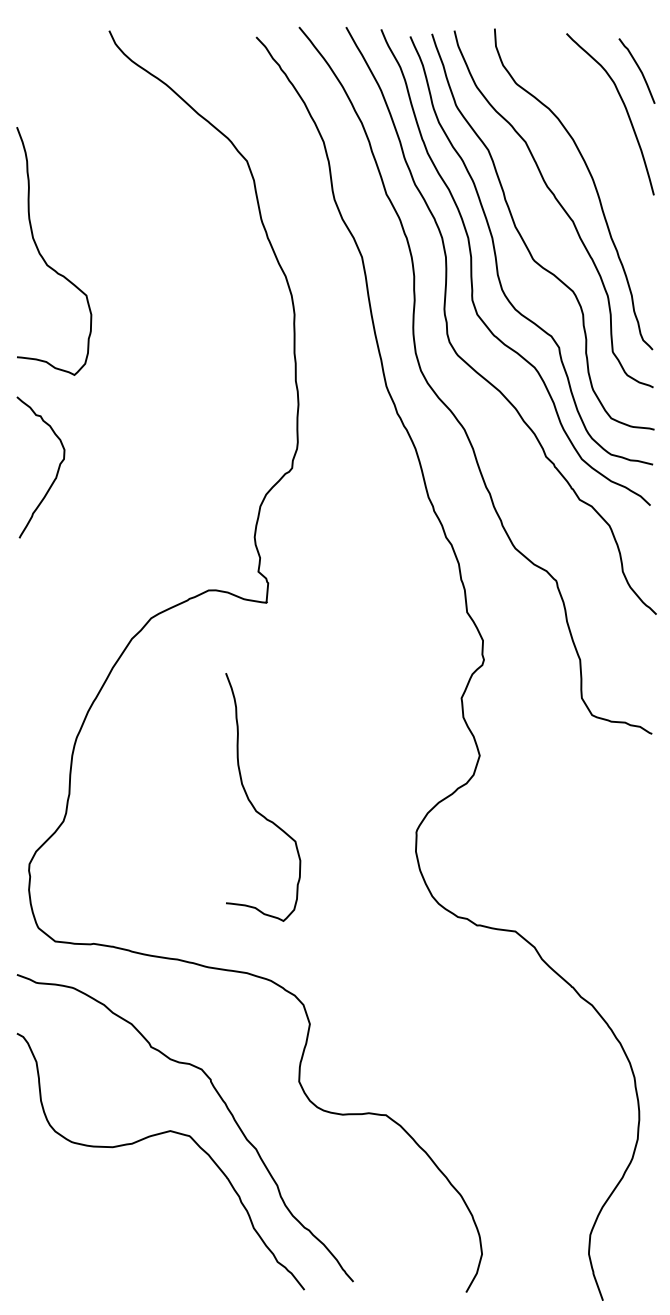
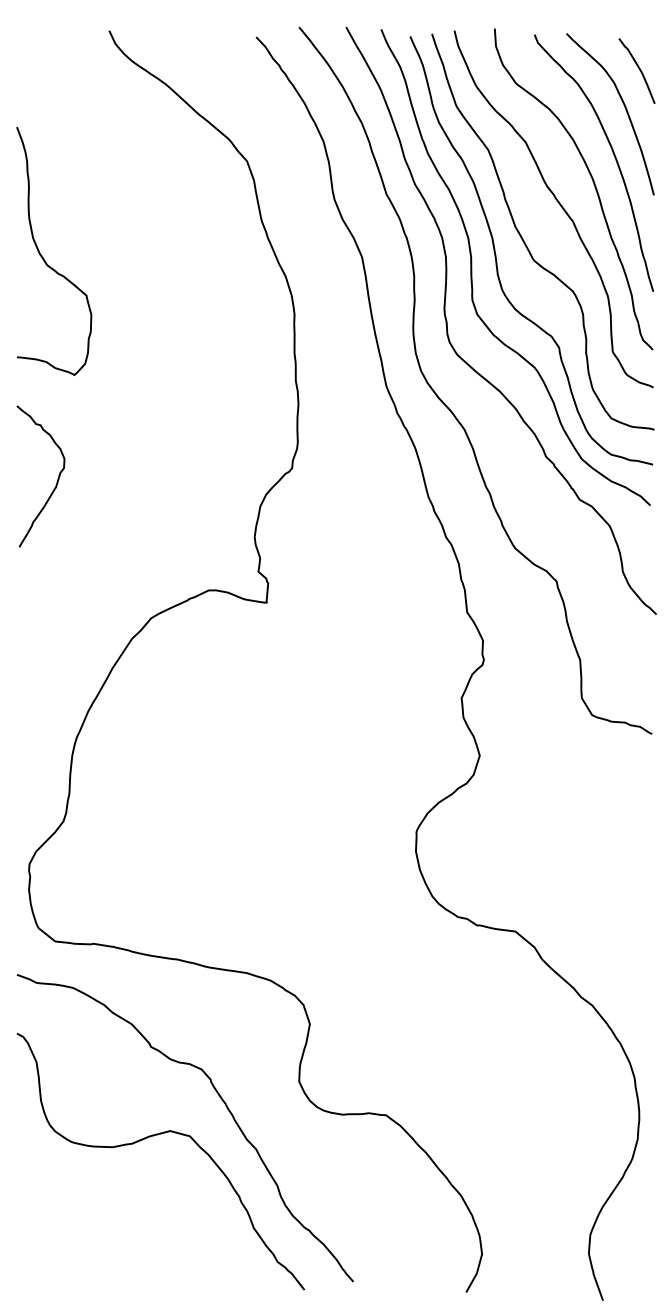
curve at (613, 155): none -> present
curve at (56, 472) position: (56, 472) -> (56, 481)
curve at (253, 804): present -> none
